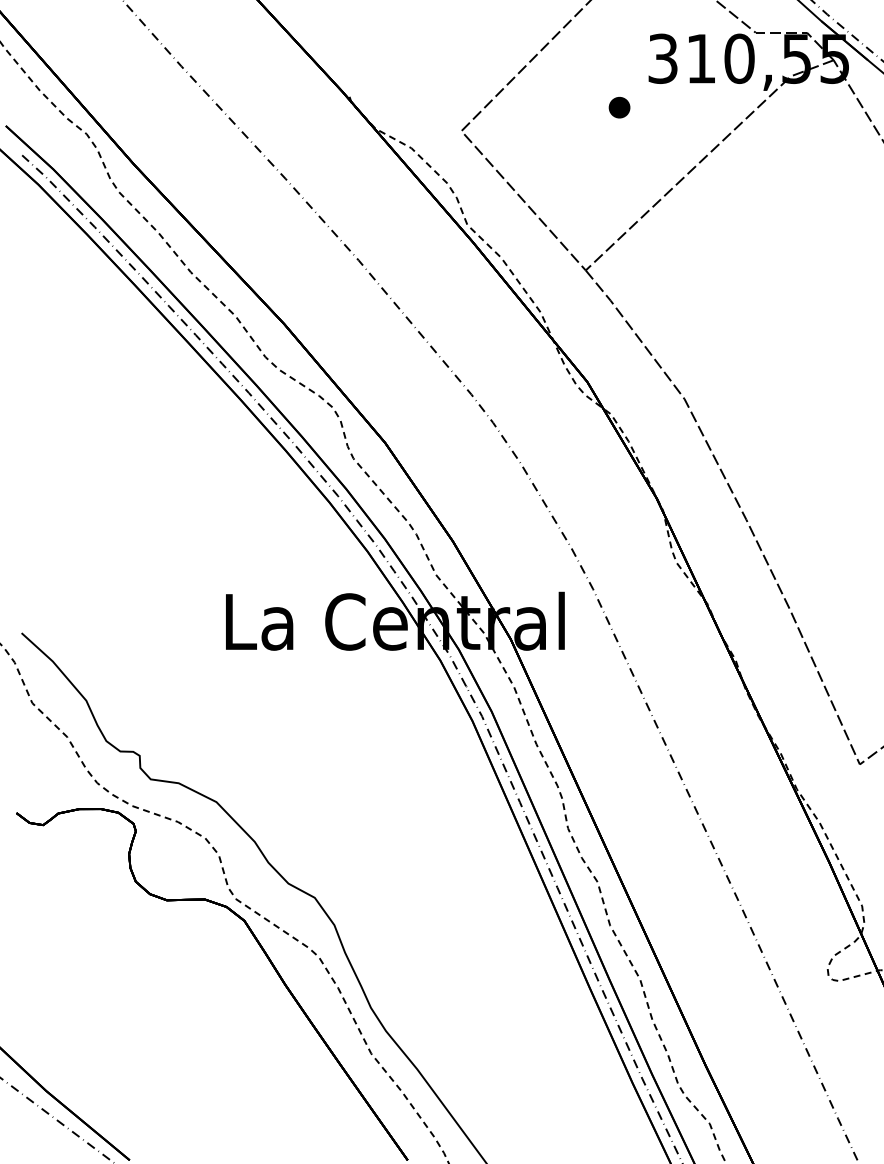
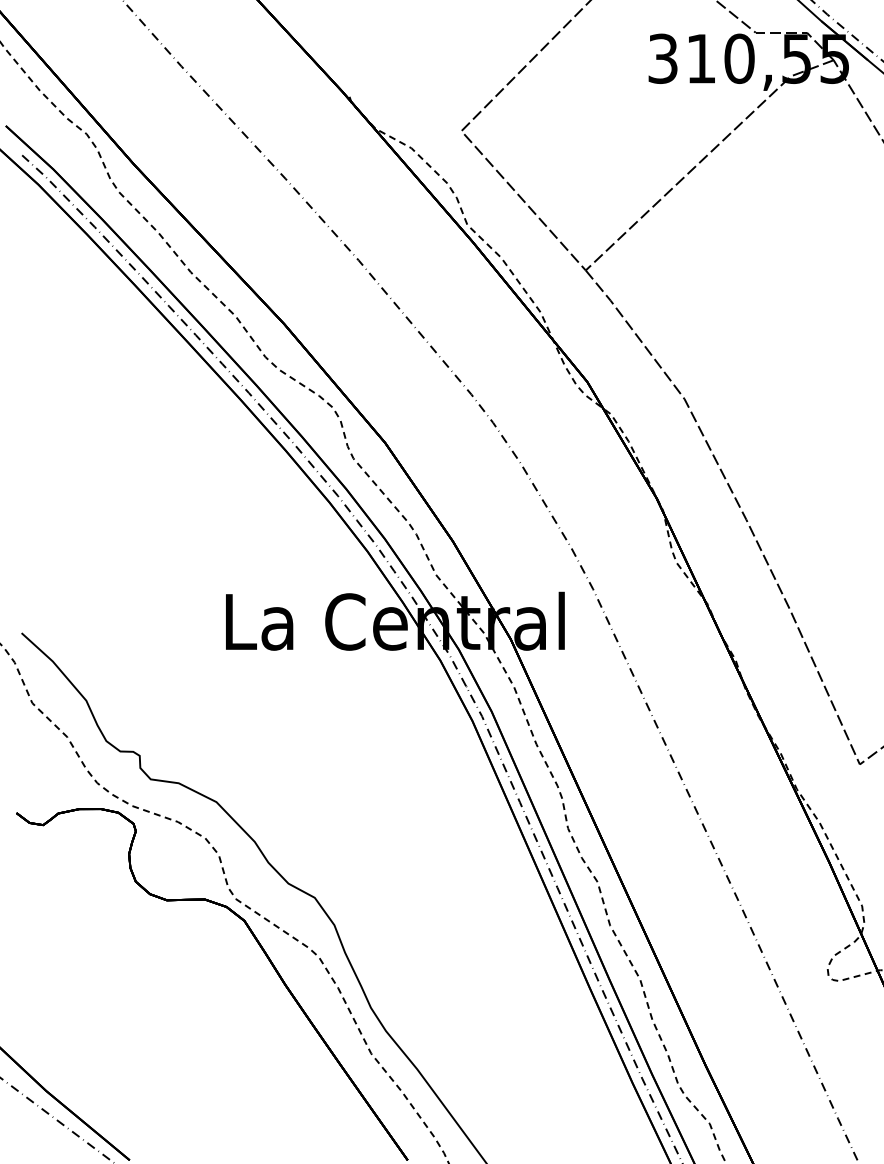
part at (619, 107): present -> none
